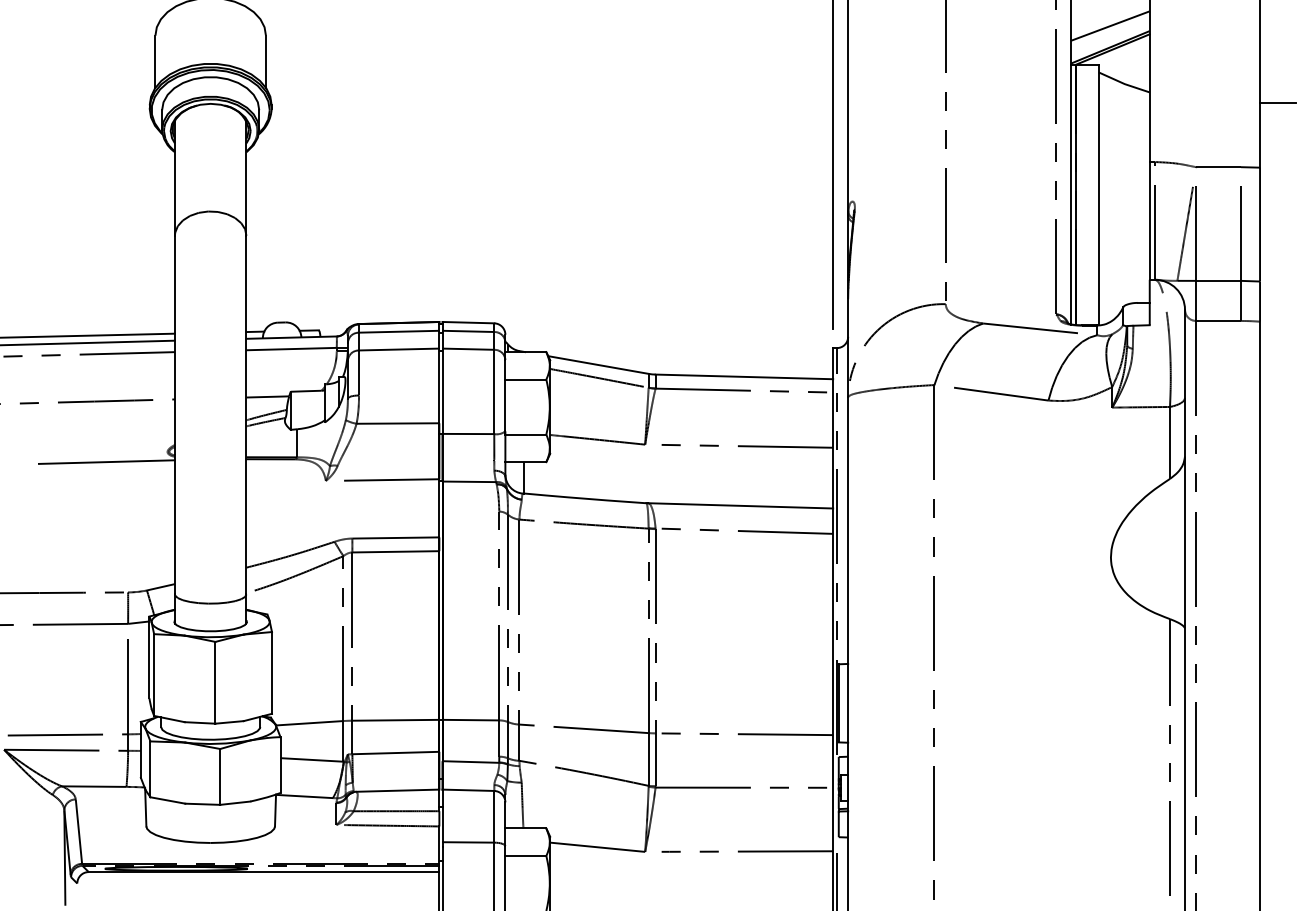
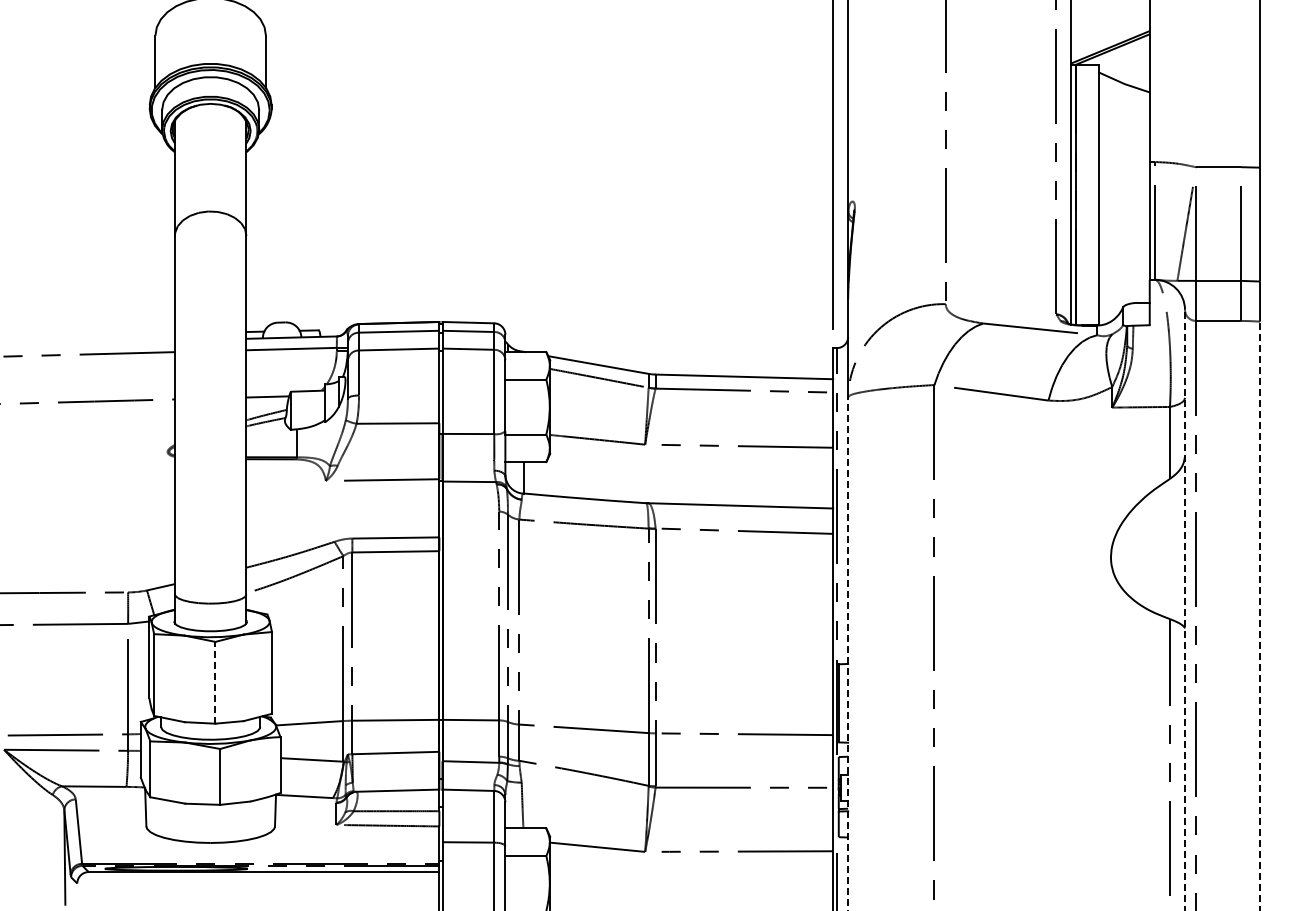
line at (1110, 25): present -> none
line at (1277, 102): present -> none
line at (88, 335): present -> none
line at (88, 342): present -> none
line at (106, 461): present -> none
line at (1185, 609): solid -> dashed
line at (1260, 615): solid -> dashed
line at (848, 653): solid -> dashed
line at (215, 682): solid -> dashed
